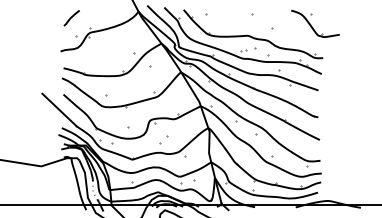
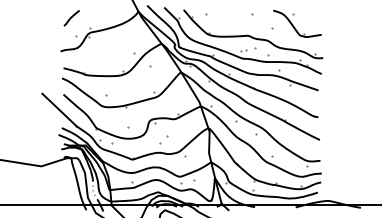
part at (315, 23) position: (315, 23) -> (297, 23)
